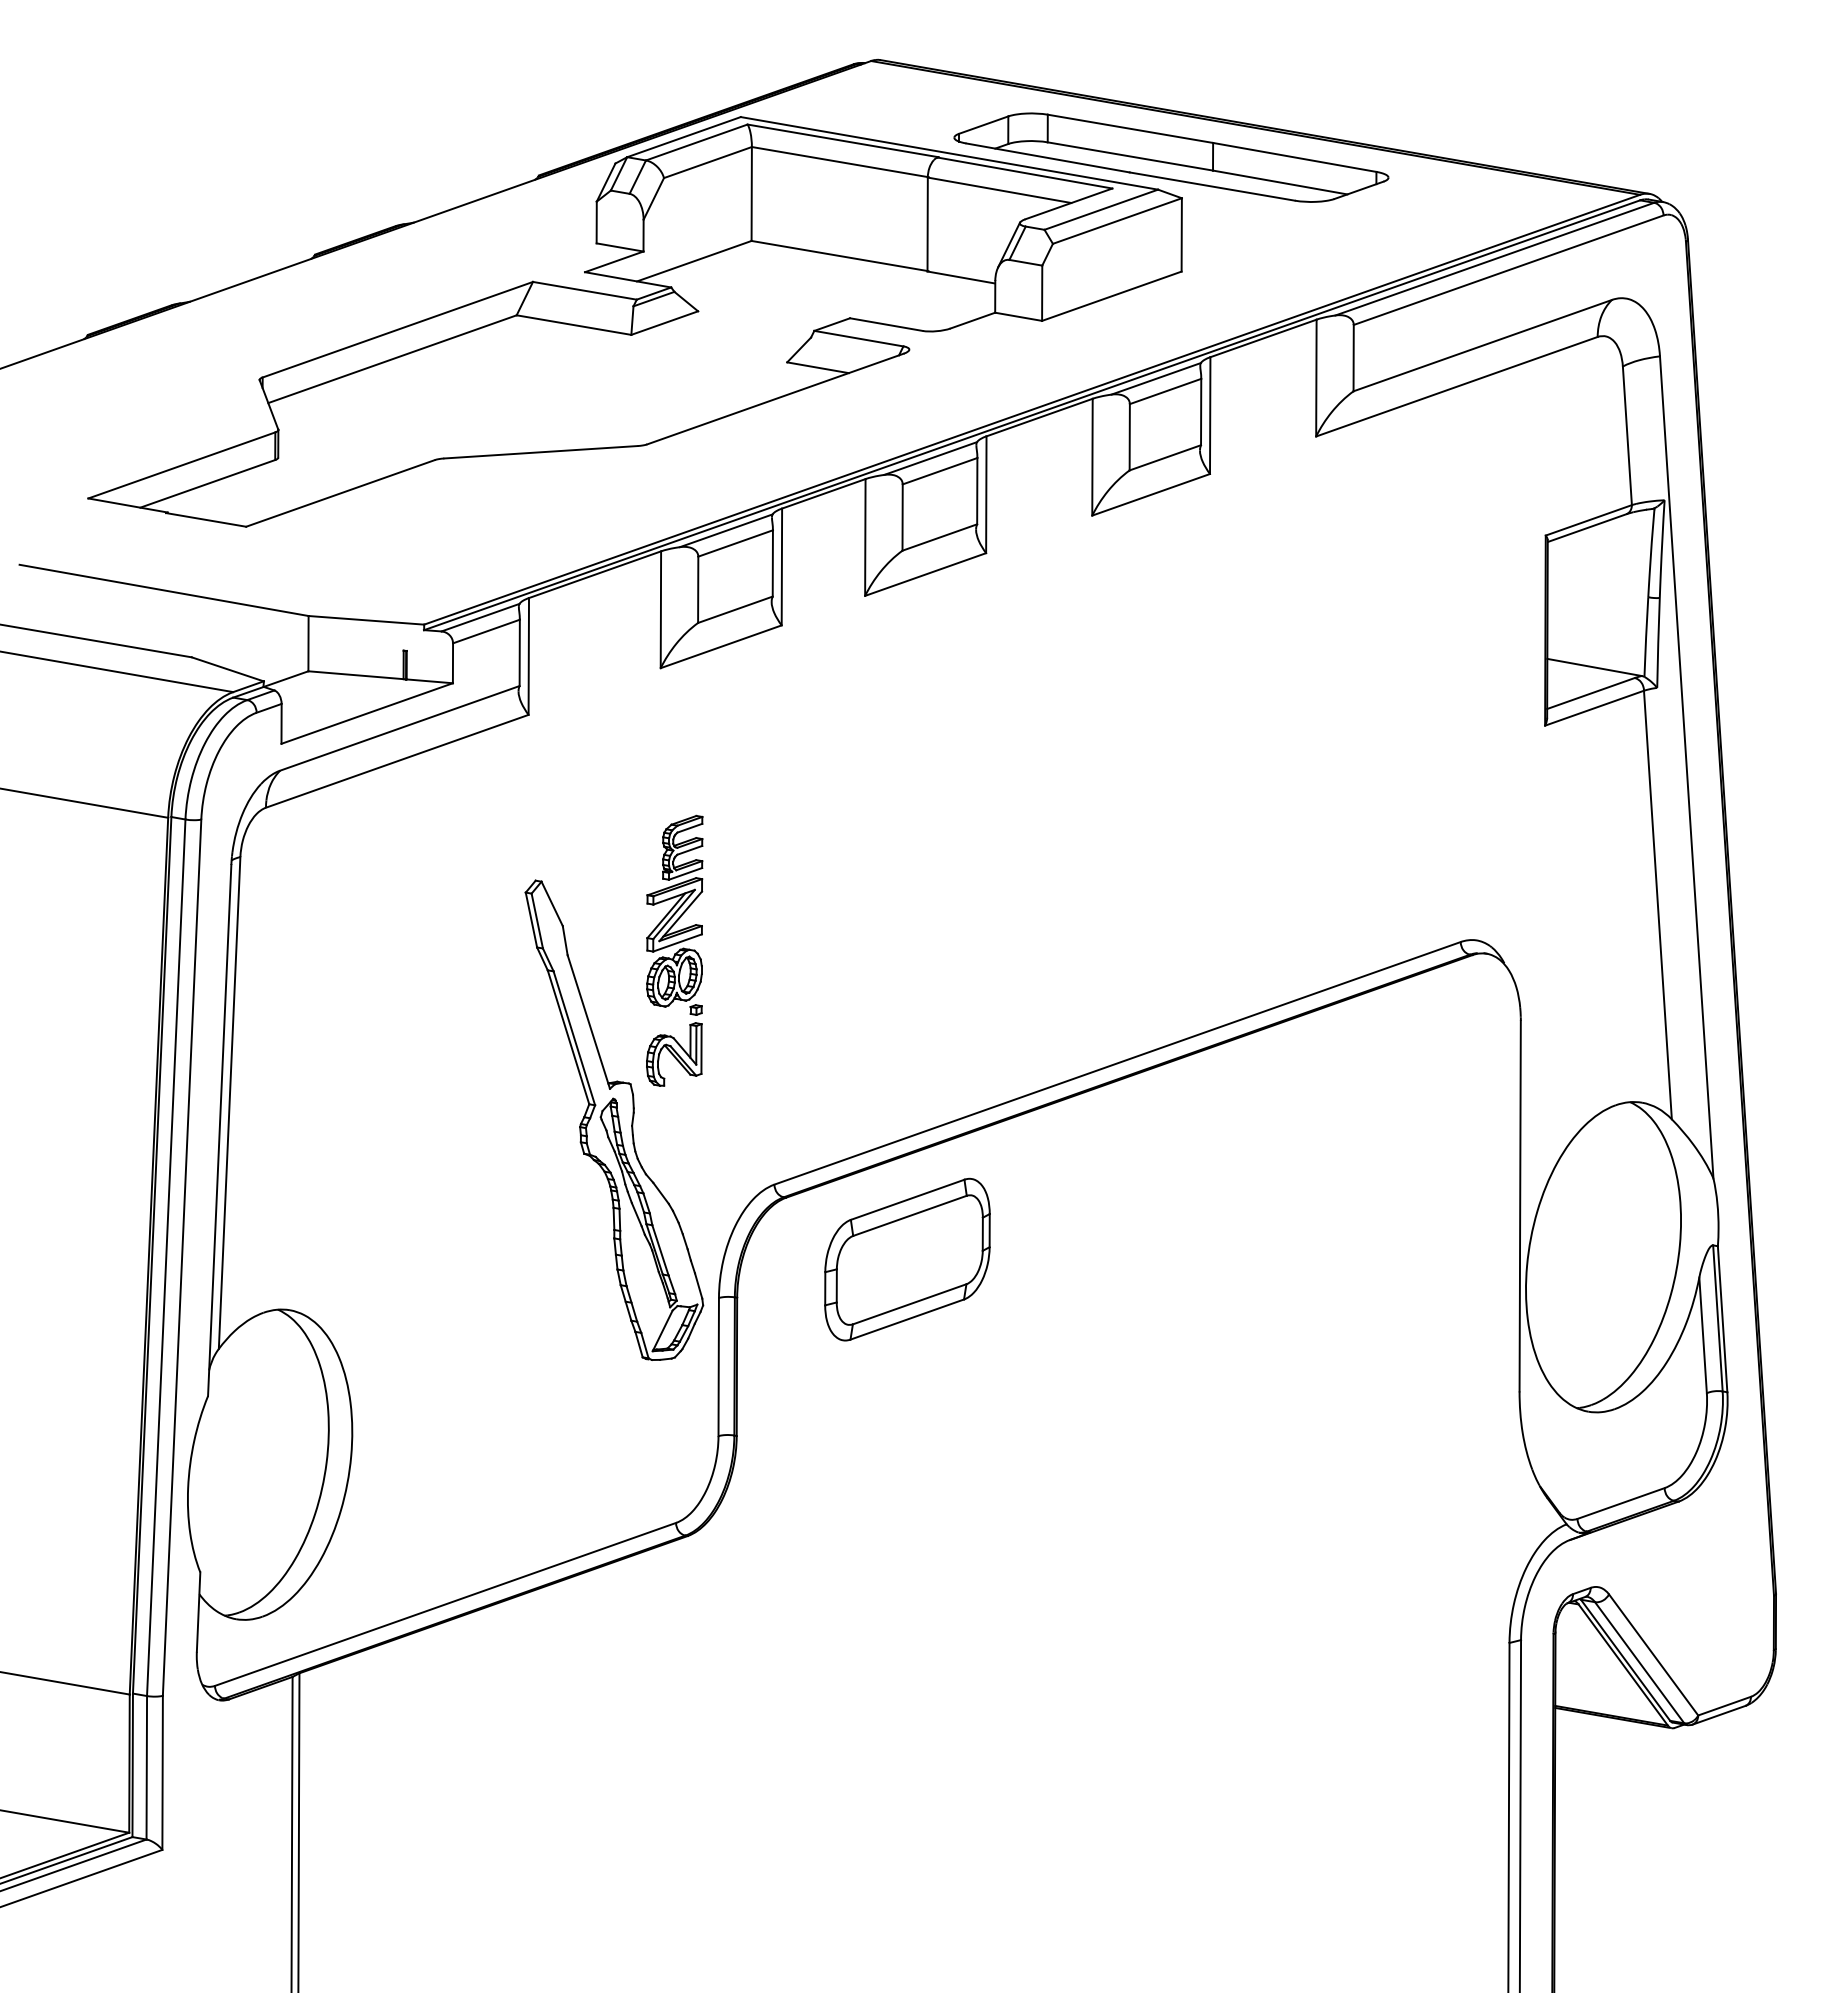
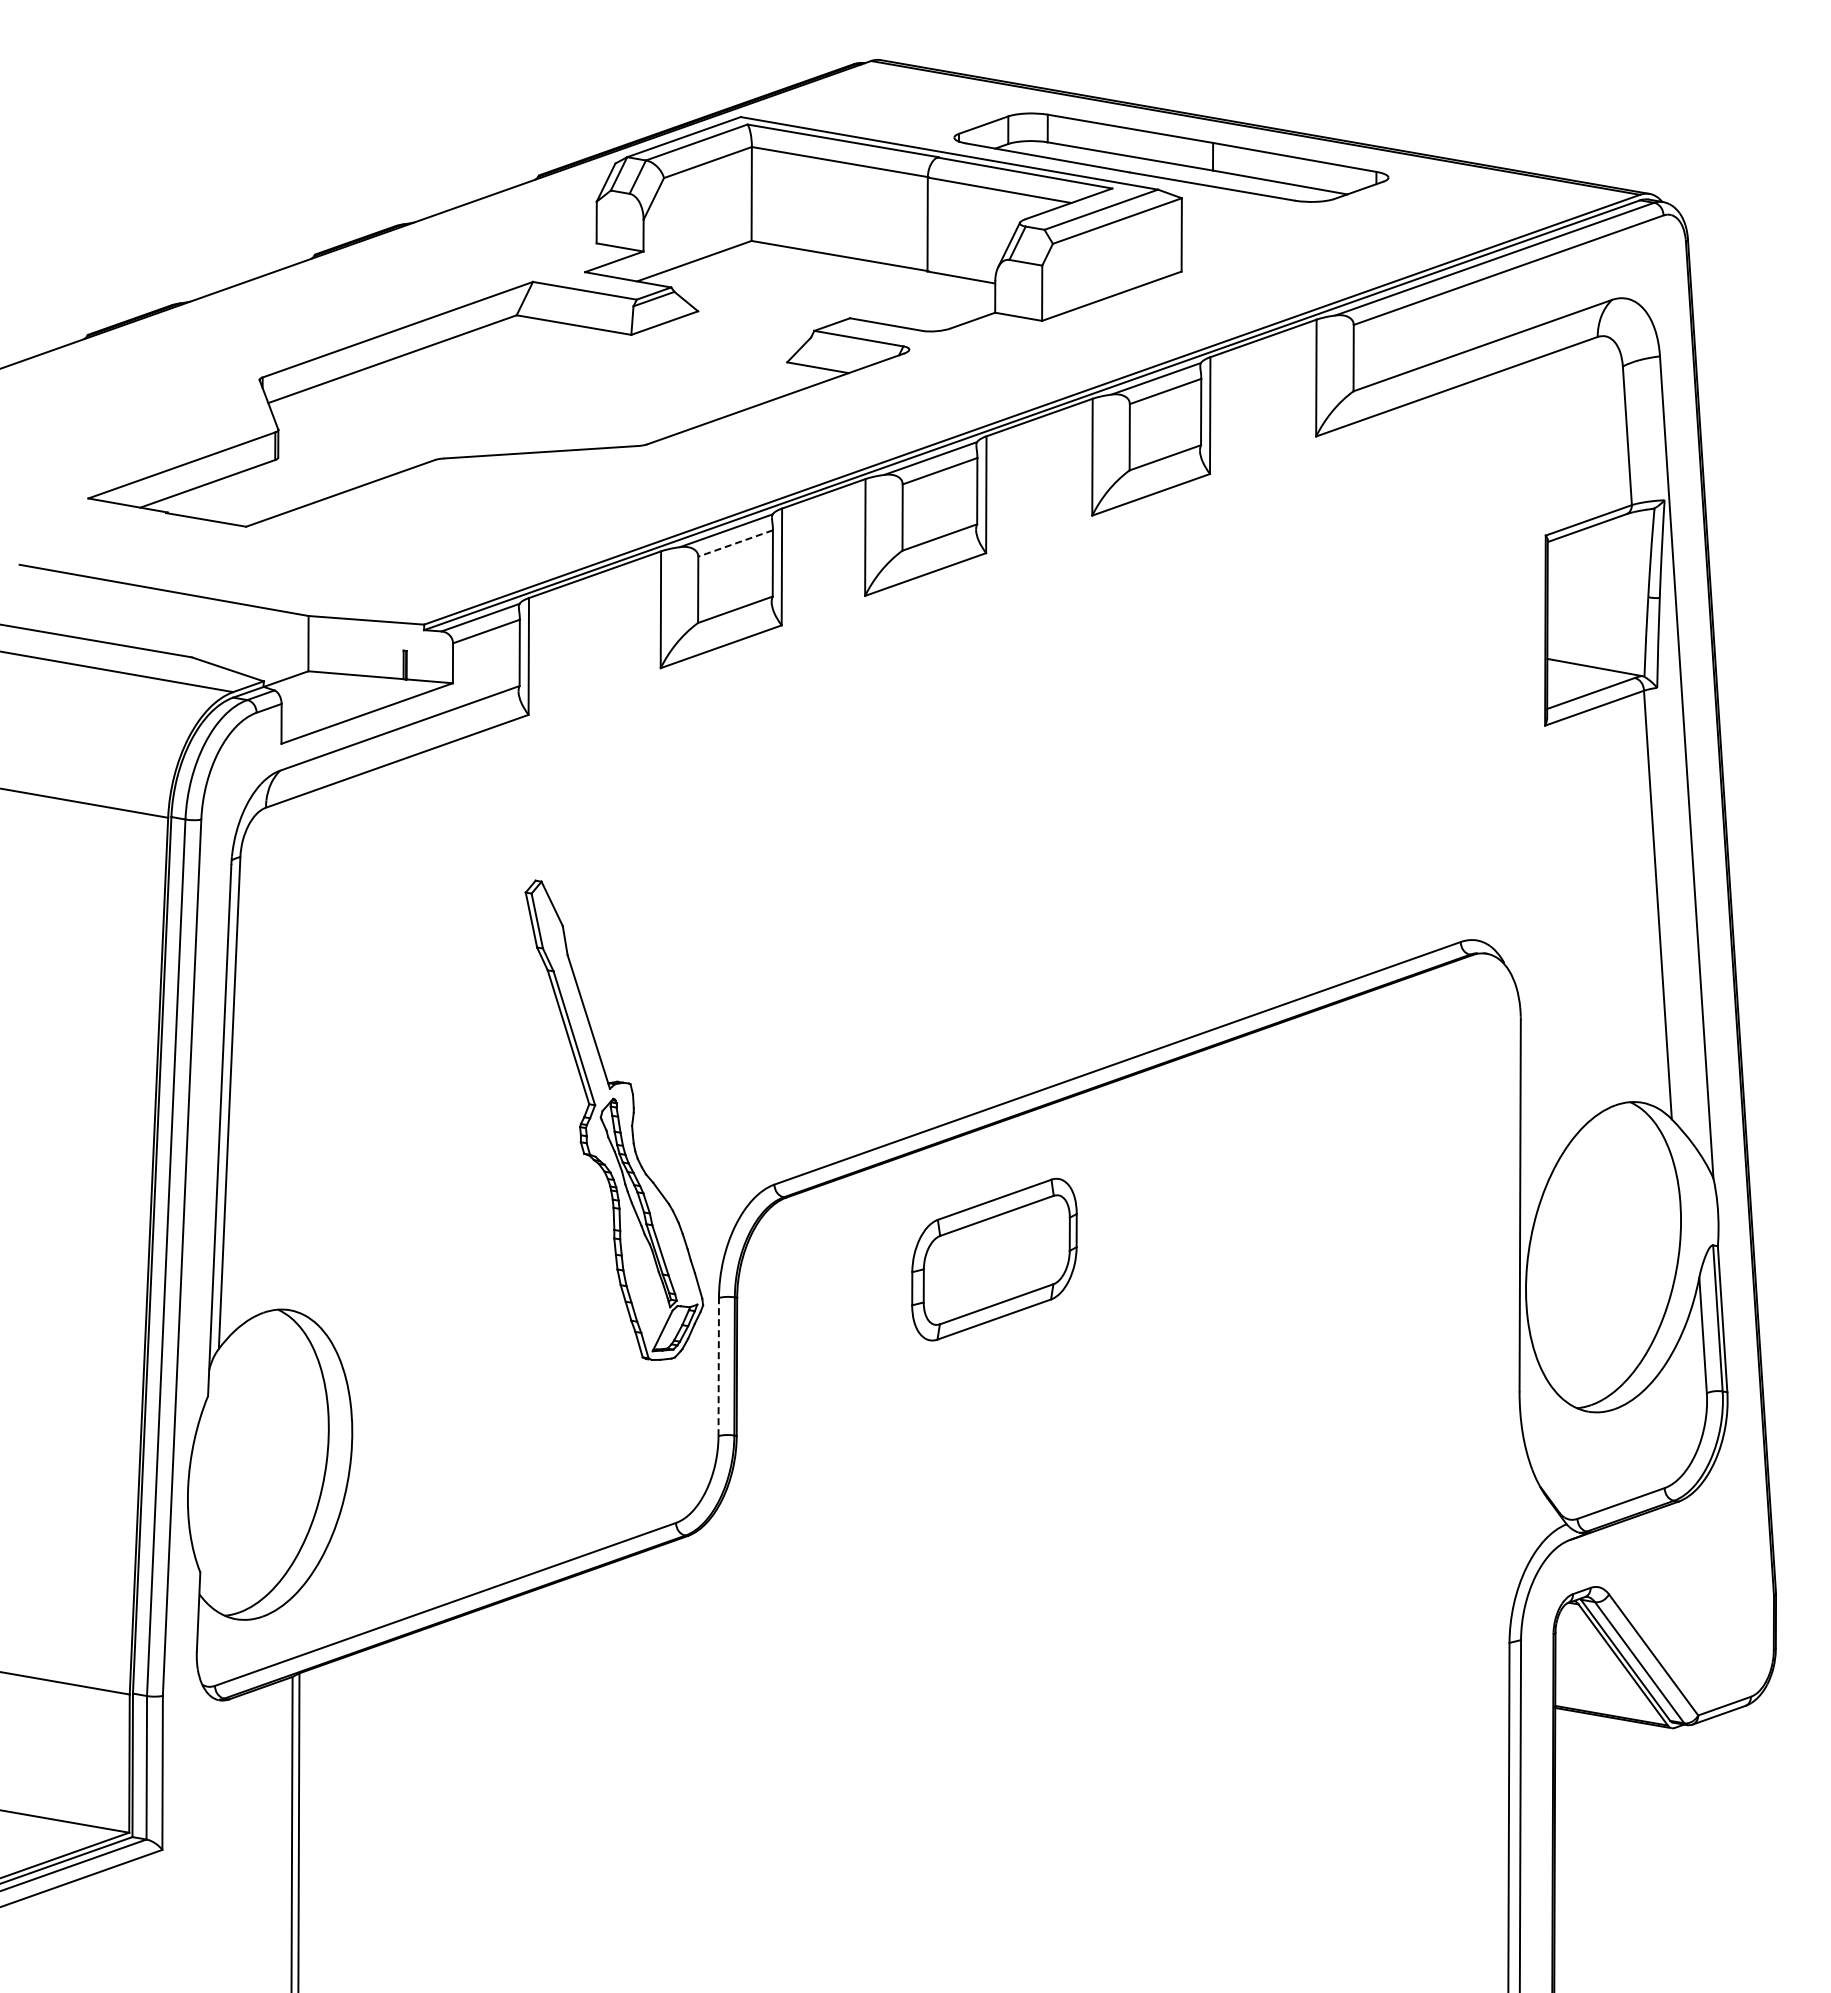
line at (735, 543): solid -> dashed
part at (674, 950): present -> none
part at (907, 1259) position: (907, 1259) -> (994, 1259)
line at (718, 1366): solid -> dashed
